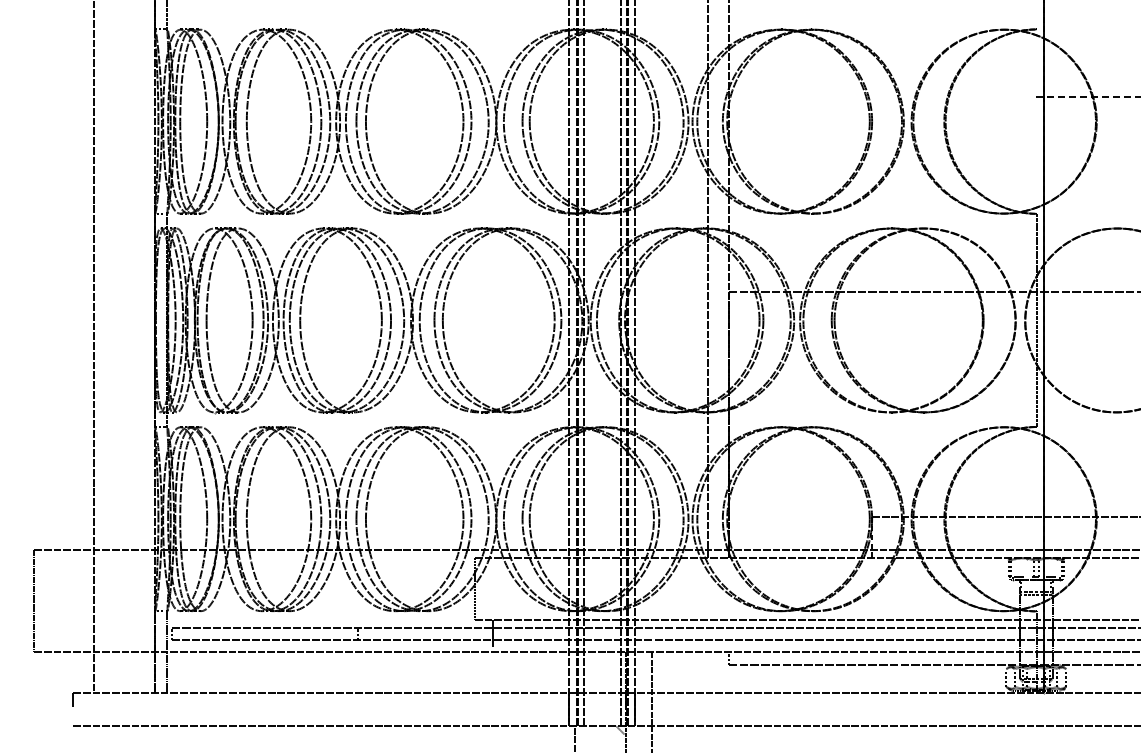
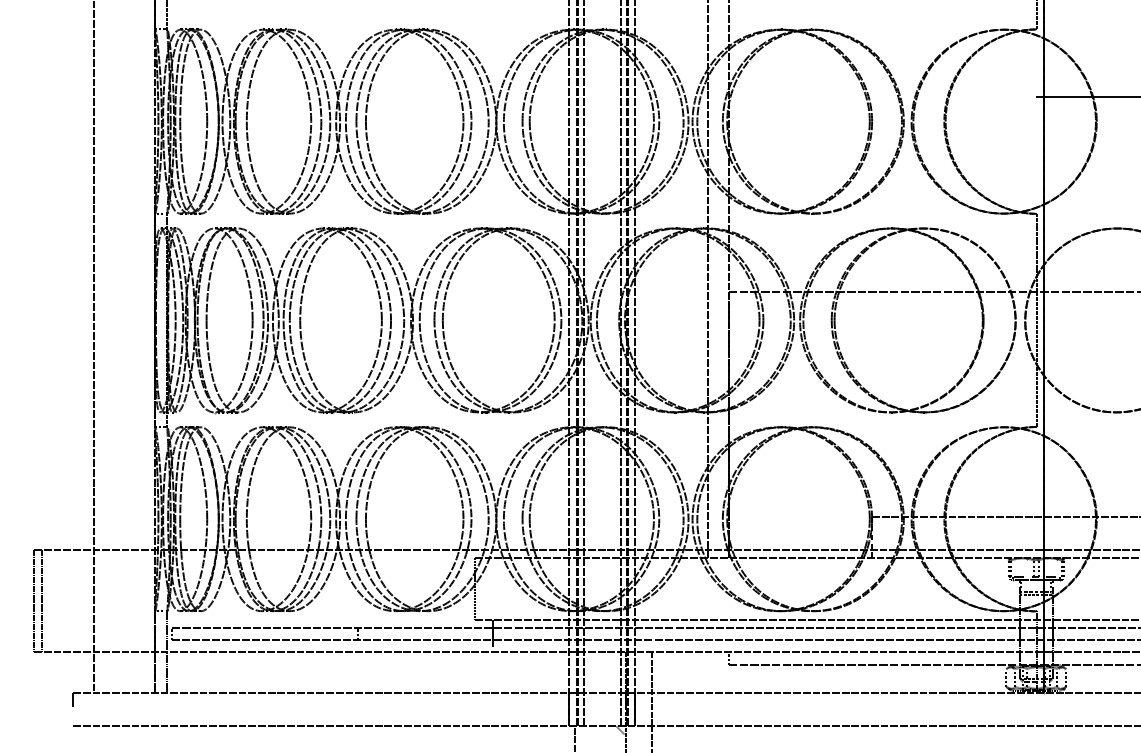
line at (1036, 15): none -> present
line at (1088, 96): dashed -> solid
line at (42, 600): none -> present
